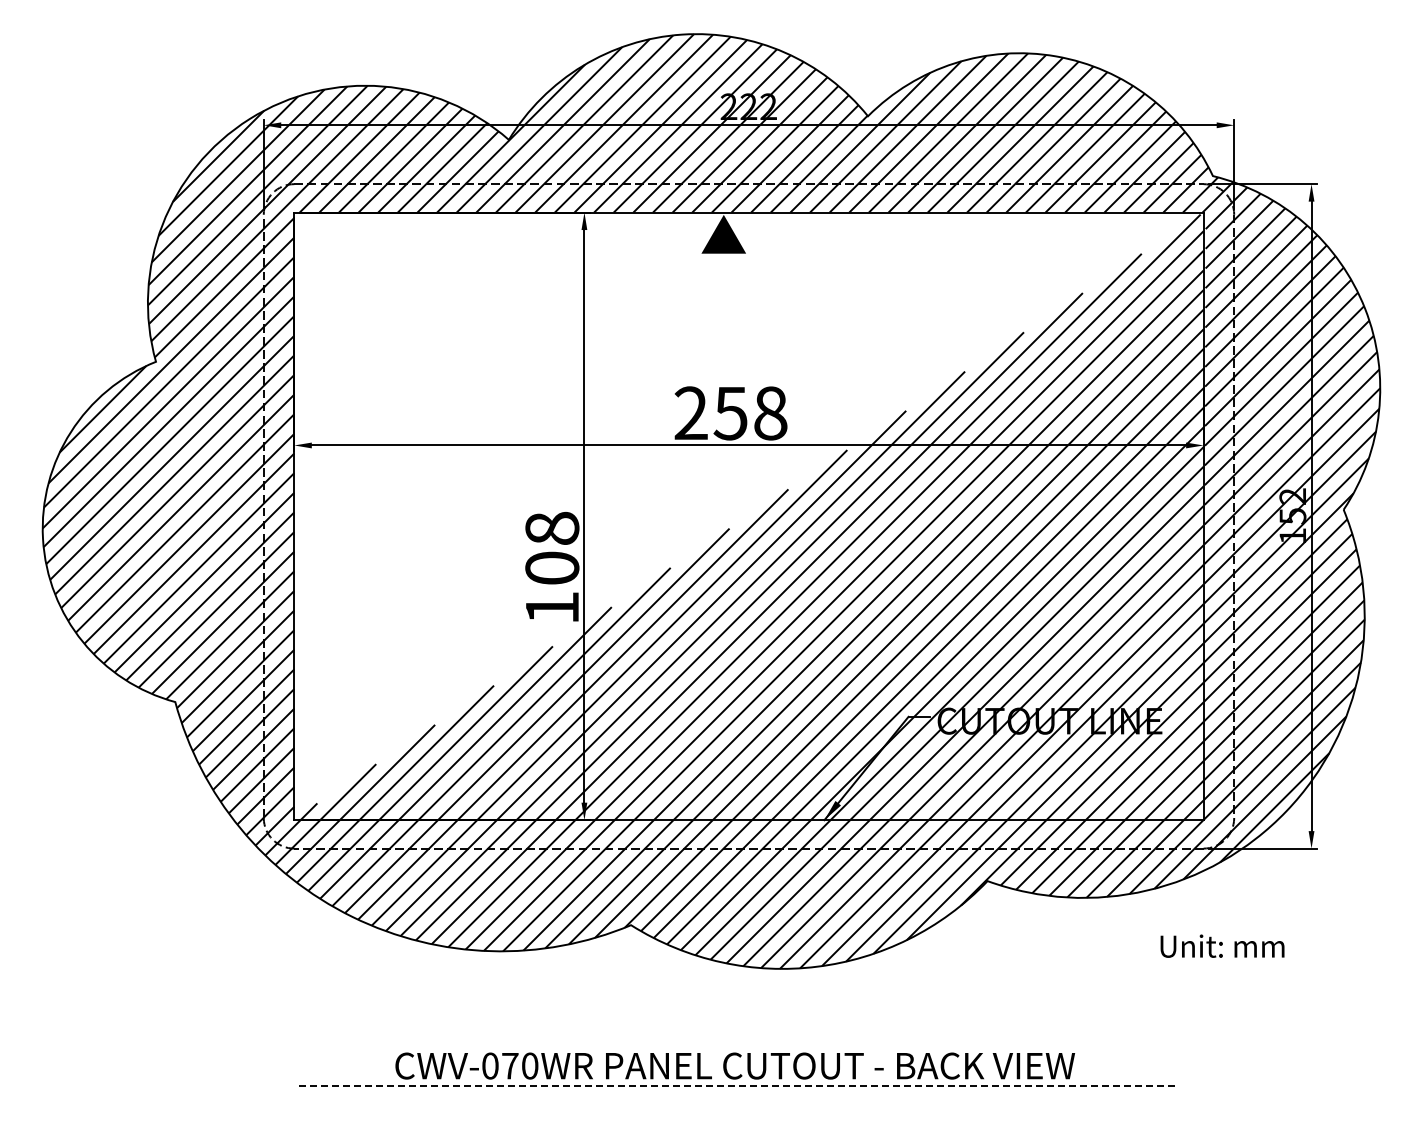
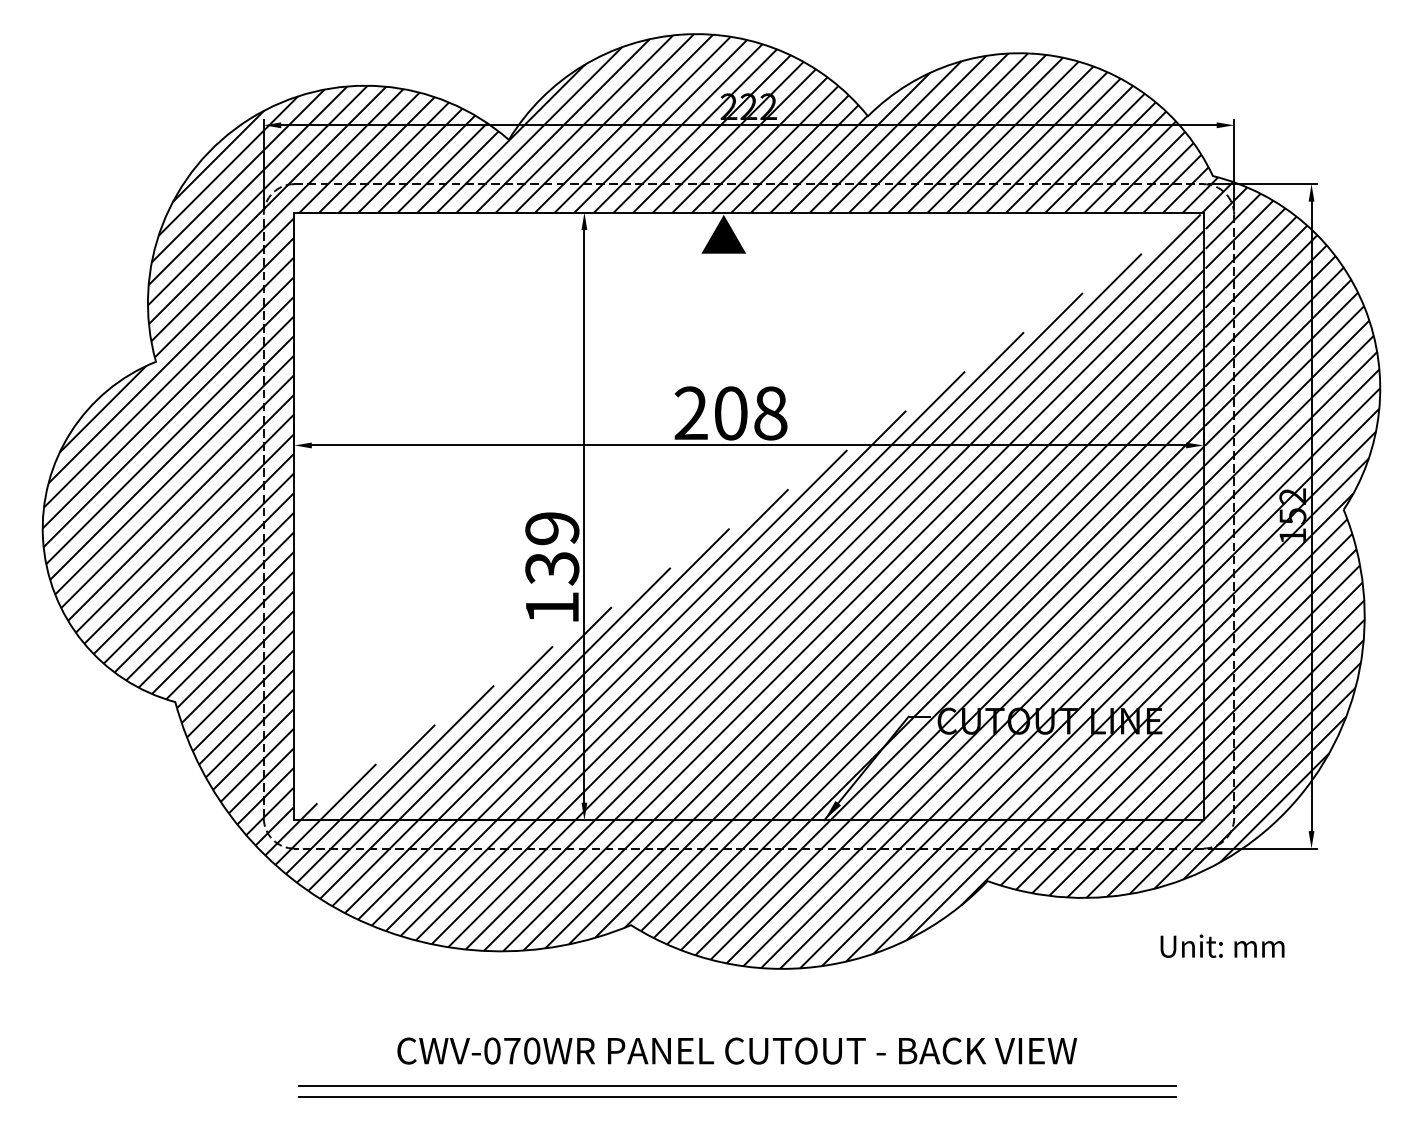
text at (730, 413): 258 -> 208
text at (552, 548): 108 -> 139
text at (735, 1065) position: (735, 1065) -> (737, 1050)
line at (738, 1085): dashed -> solid
line at (737, 1096): none -> present
